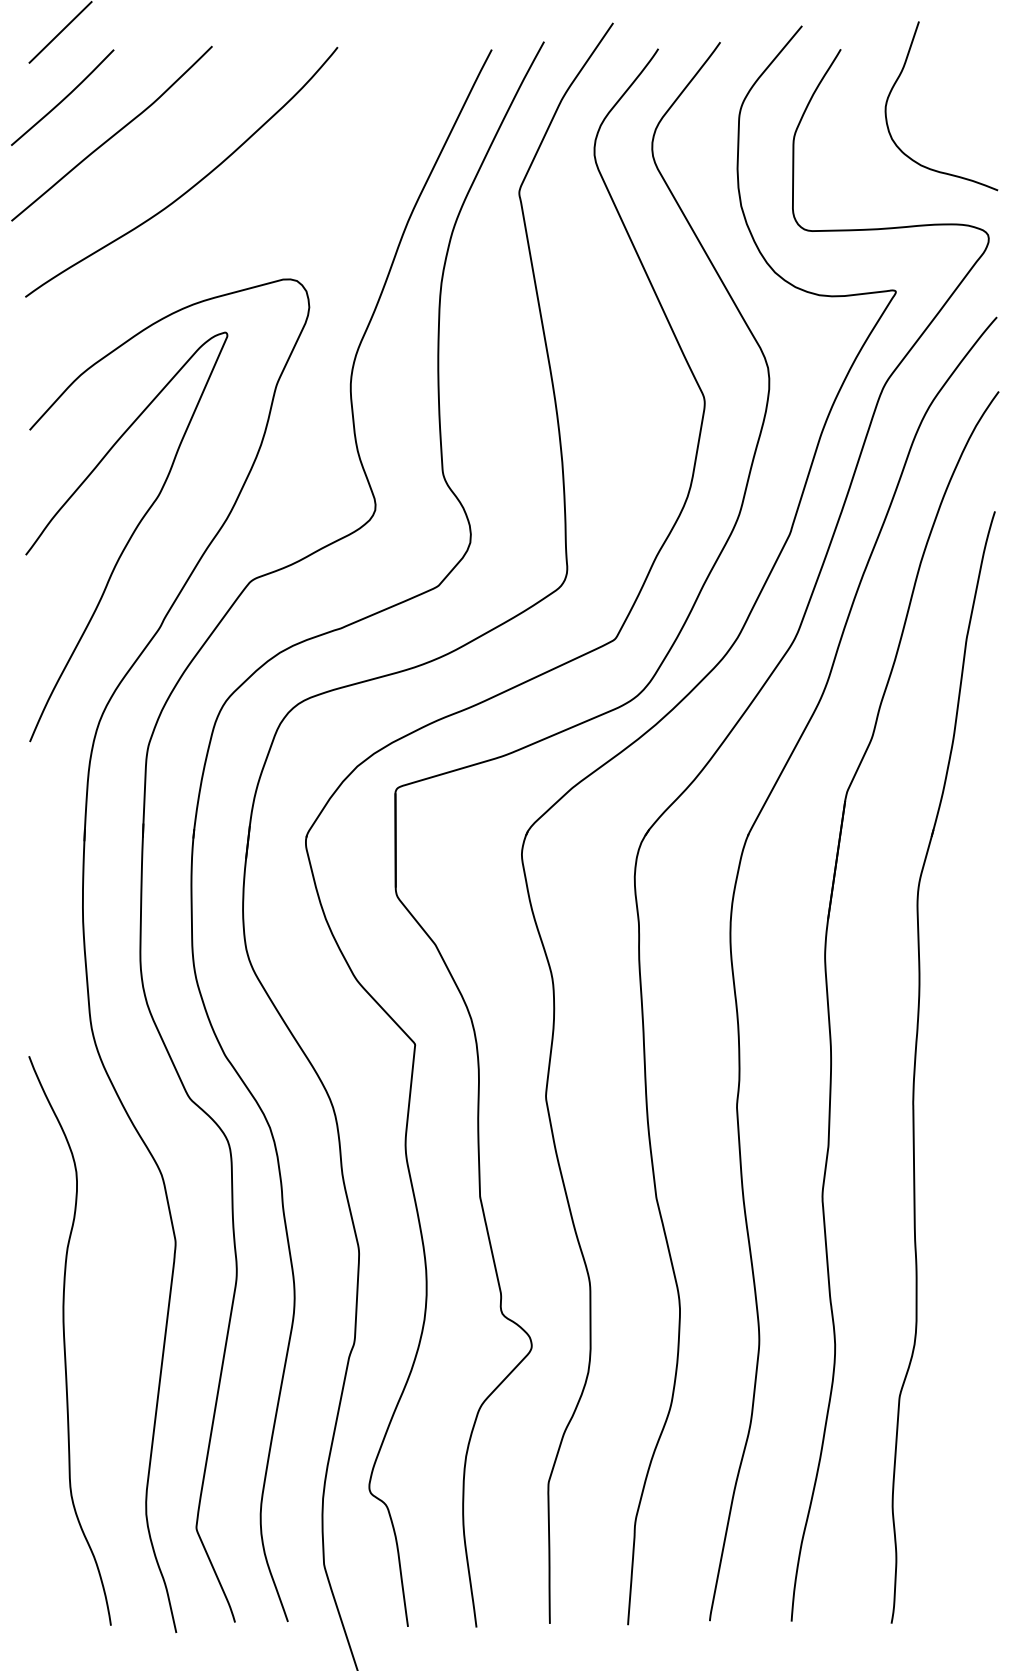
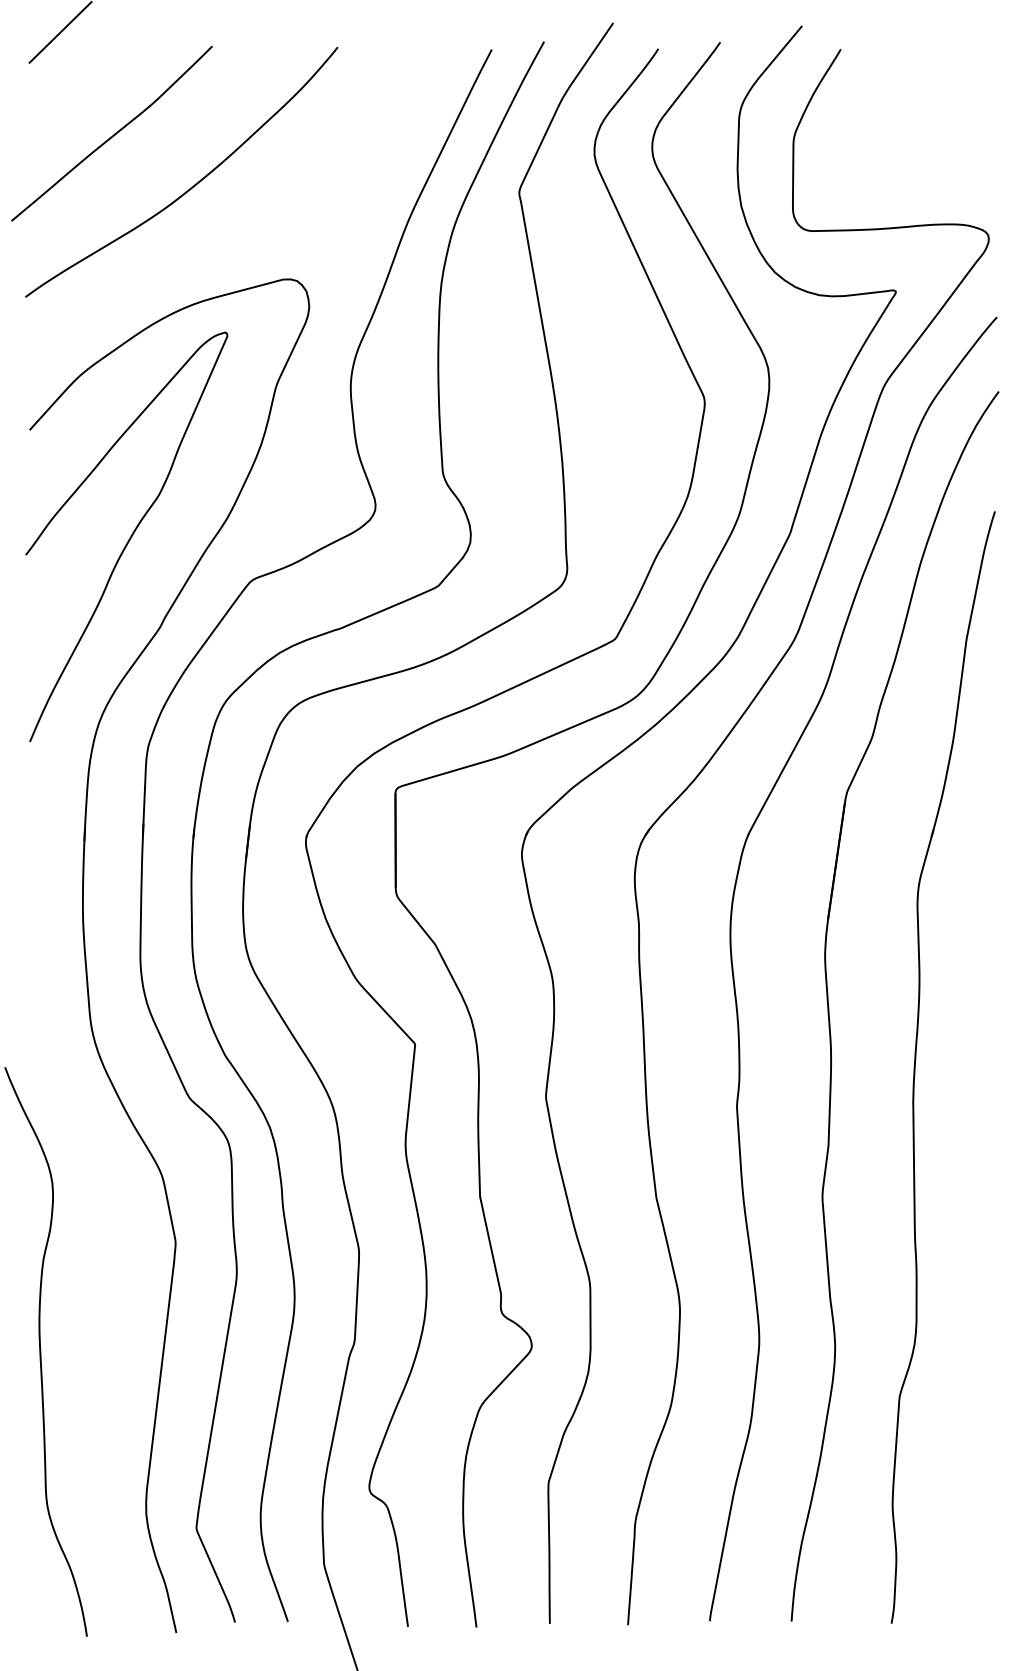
curve at (896, 83): present -> none
curve at (63, 98): present -> none
curve at (65, 1340) position: (65, 1340) -> (41, 1351)
